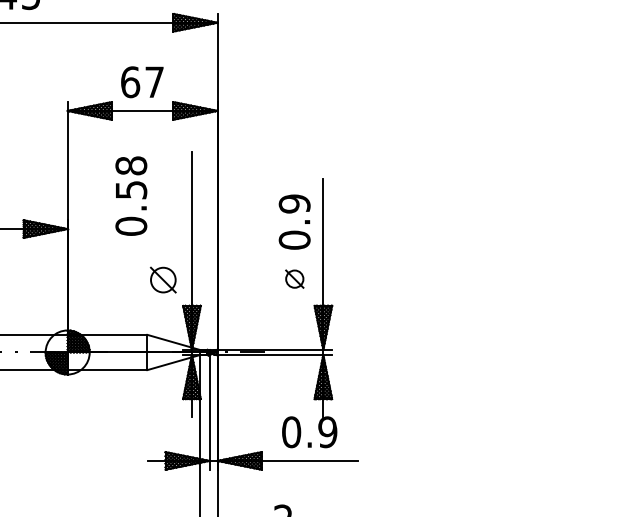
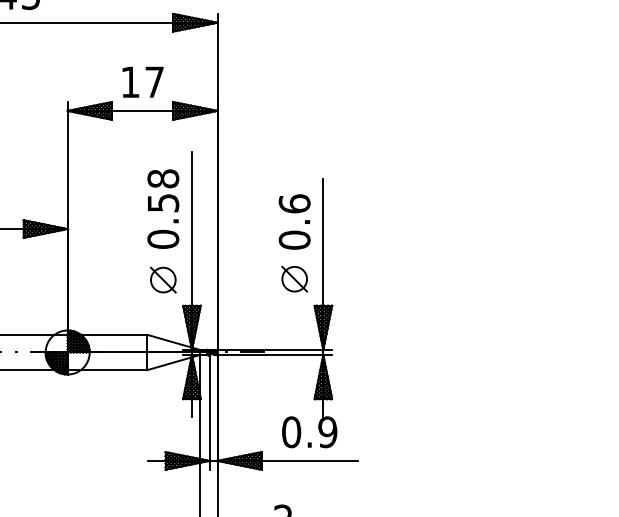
text at (130, 82): 67 -> 17
text at (131, 195) position: (131, 195) -> (163, 208)
text at (294, 203): 0.9 -> 0.6
part at (294, 278) size: 20x20 px -> 28x28 px
